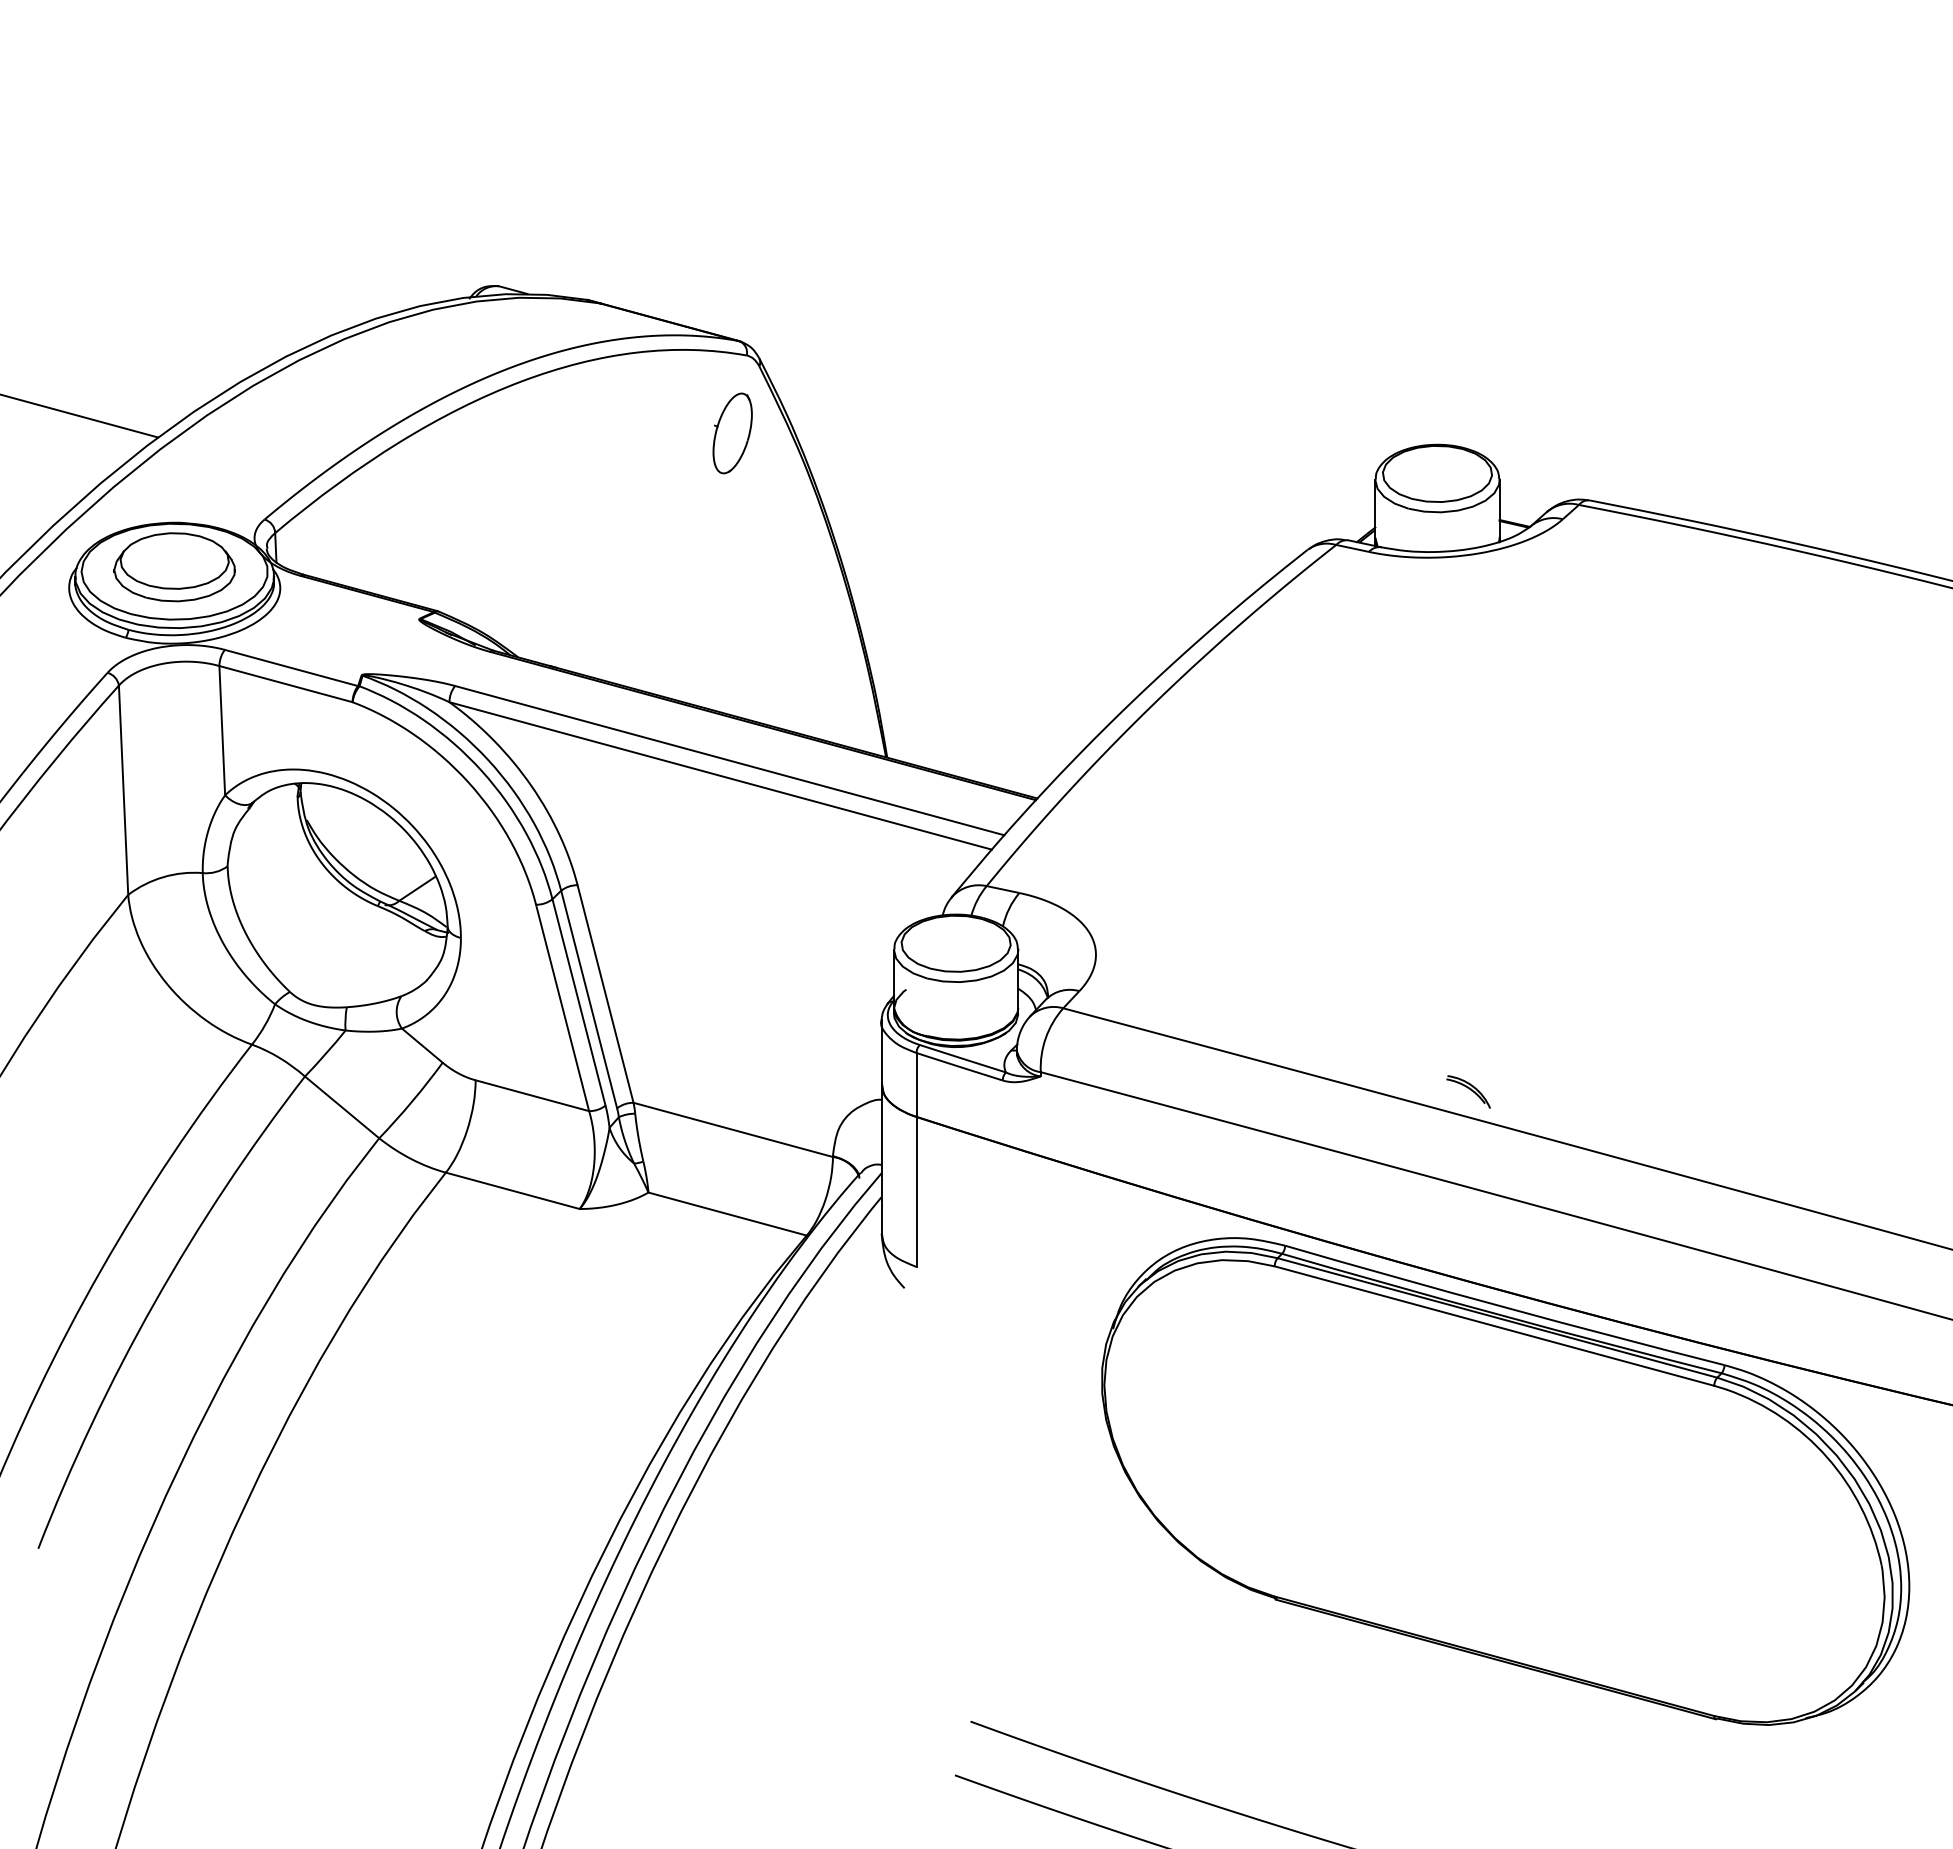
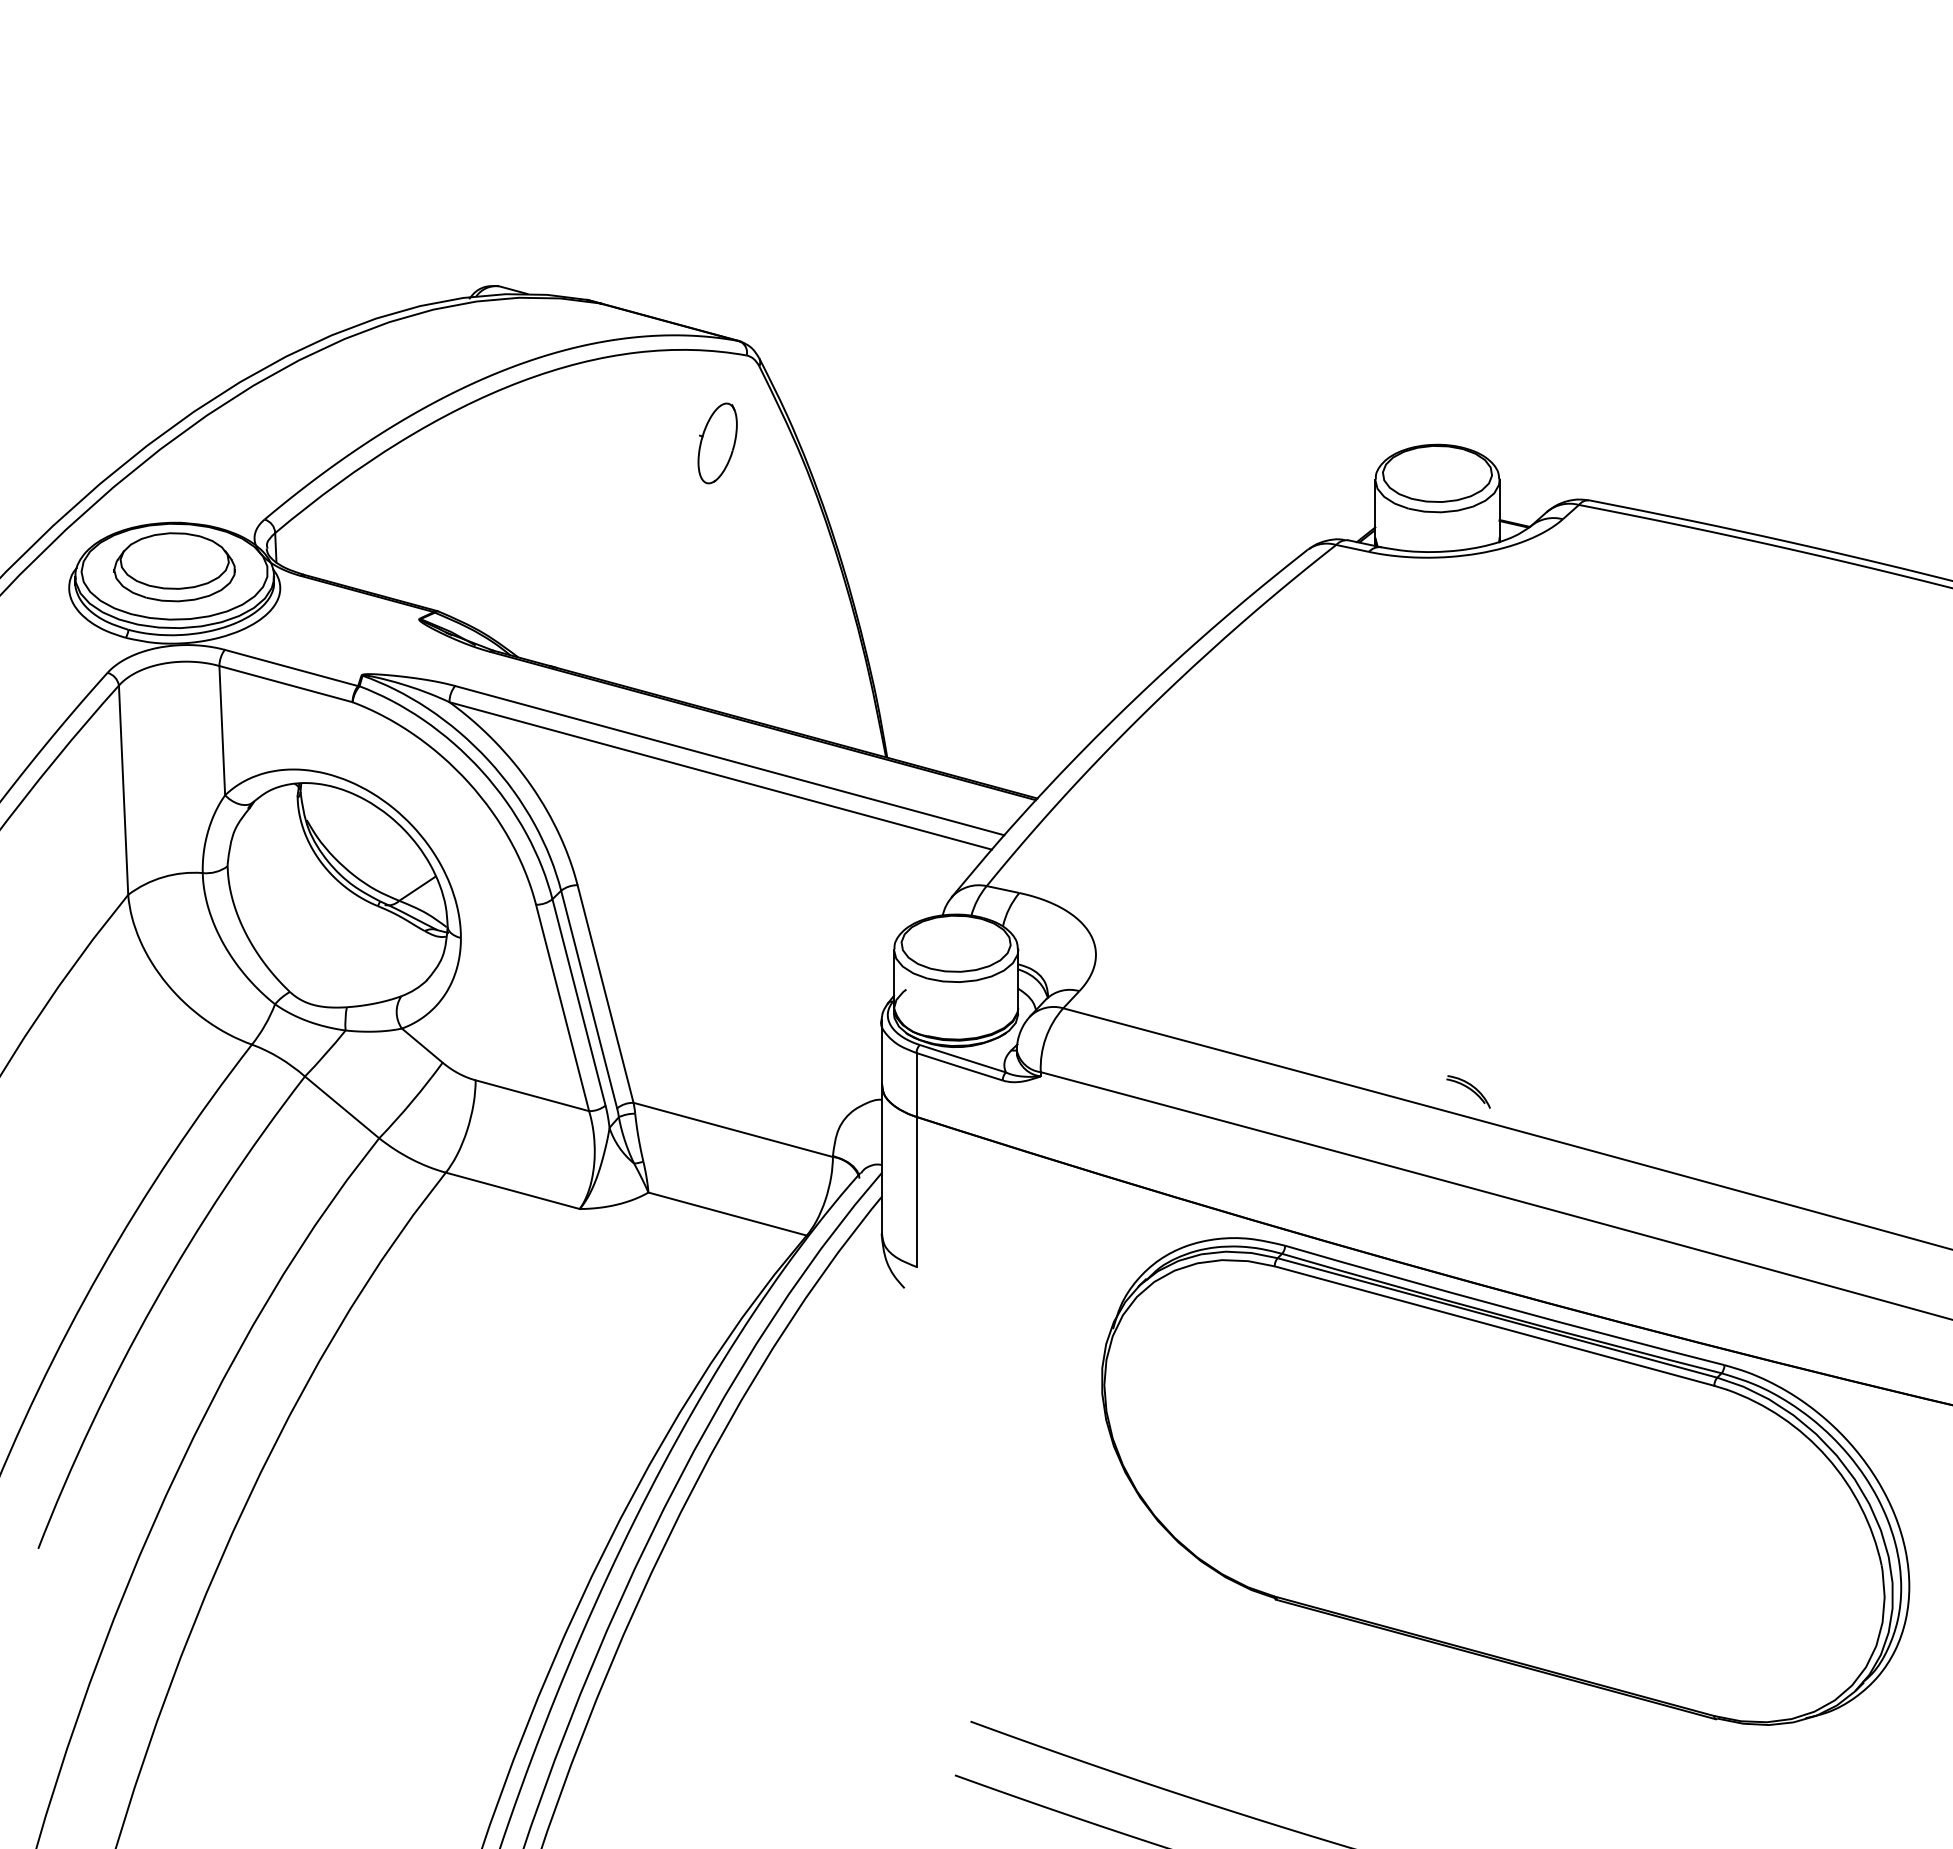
line at (80, 416): present -> none
part at (732, 433) position: (732, 433) -> (717, 443)
